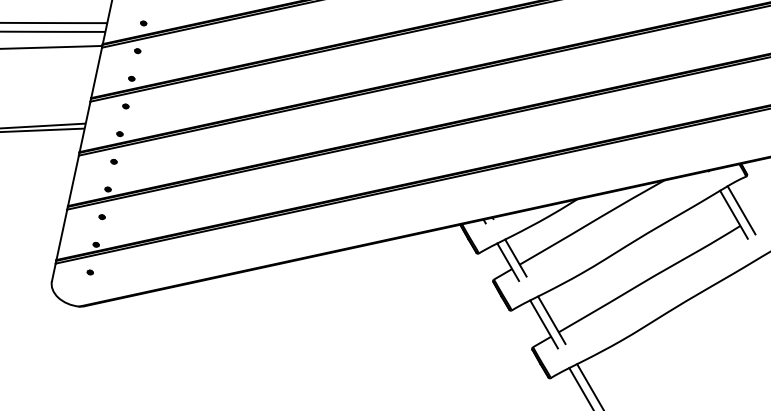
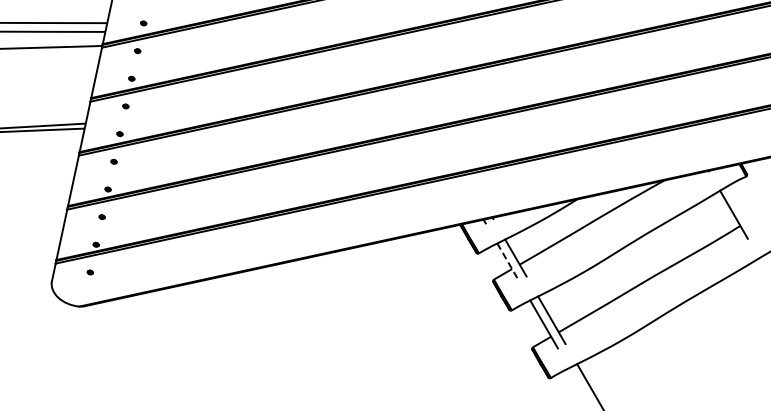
line at (741, 210): present -> none
line at (508, 262): solid -> dashed
line at (580, 387): present -> none
